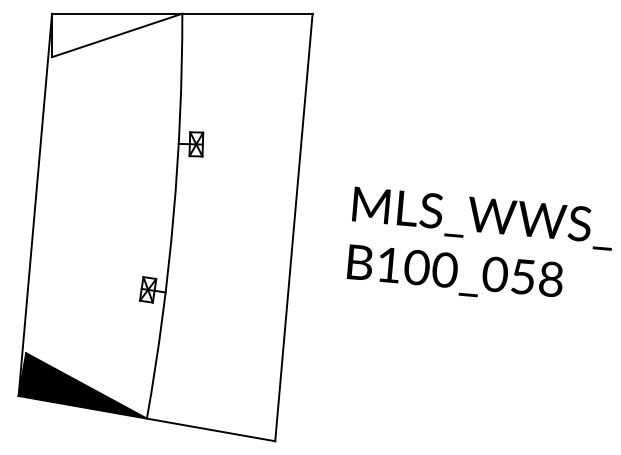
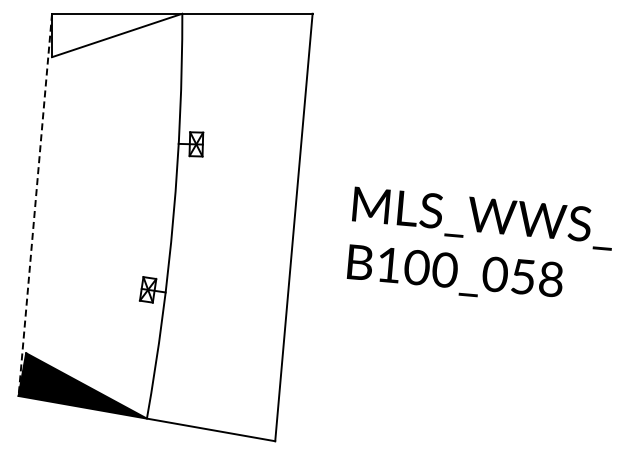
line at (35, 204): solid -> dashed
